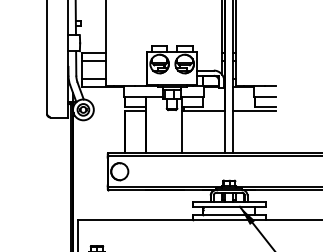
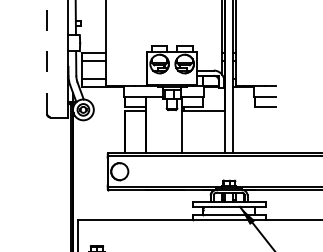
line at (46, 56): solid -> dashed
line at (254, 111): present -> none
